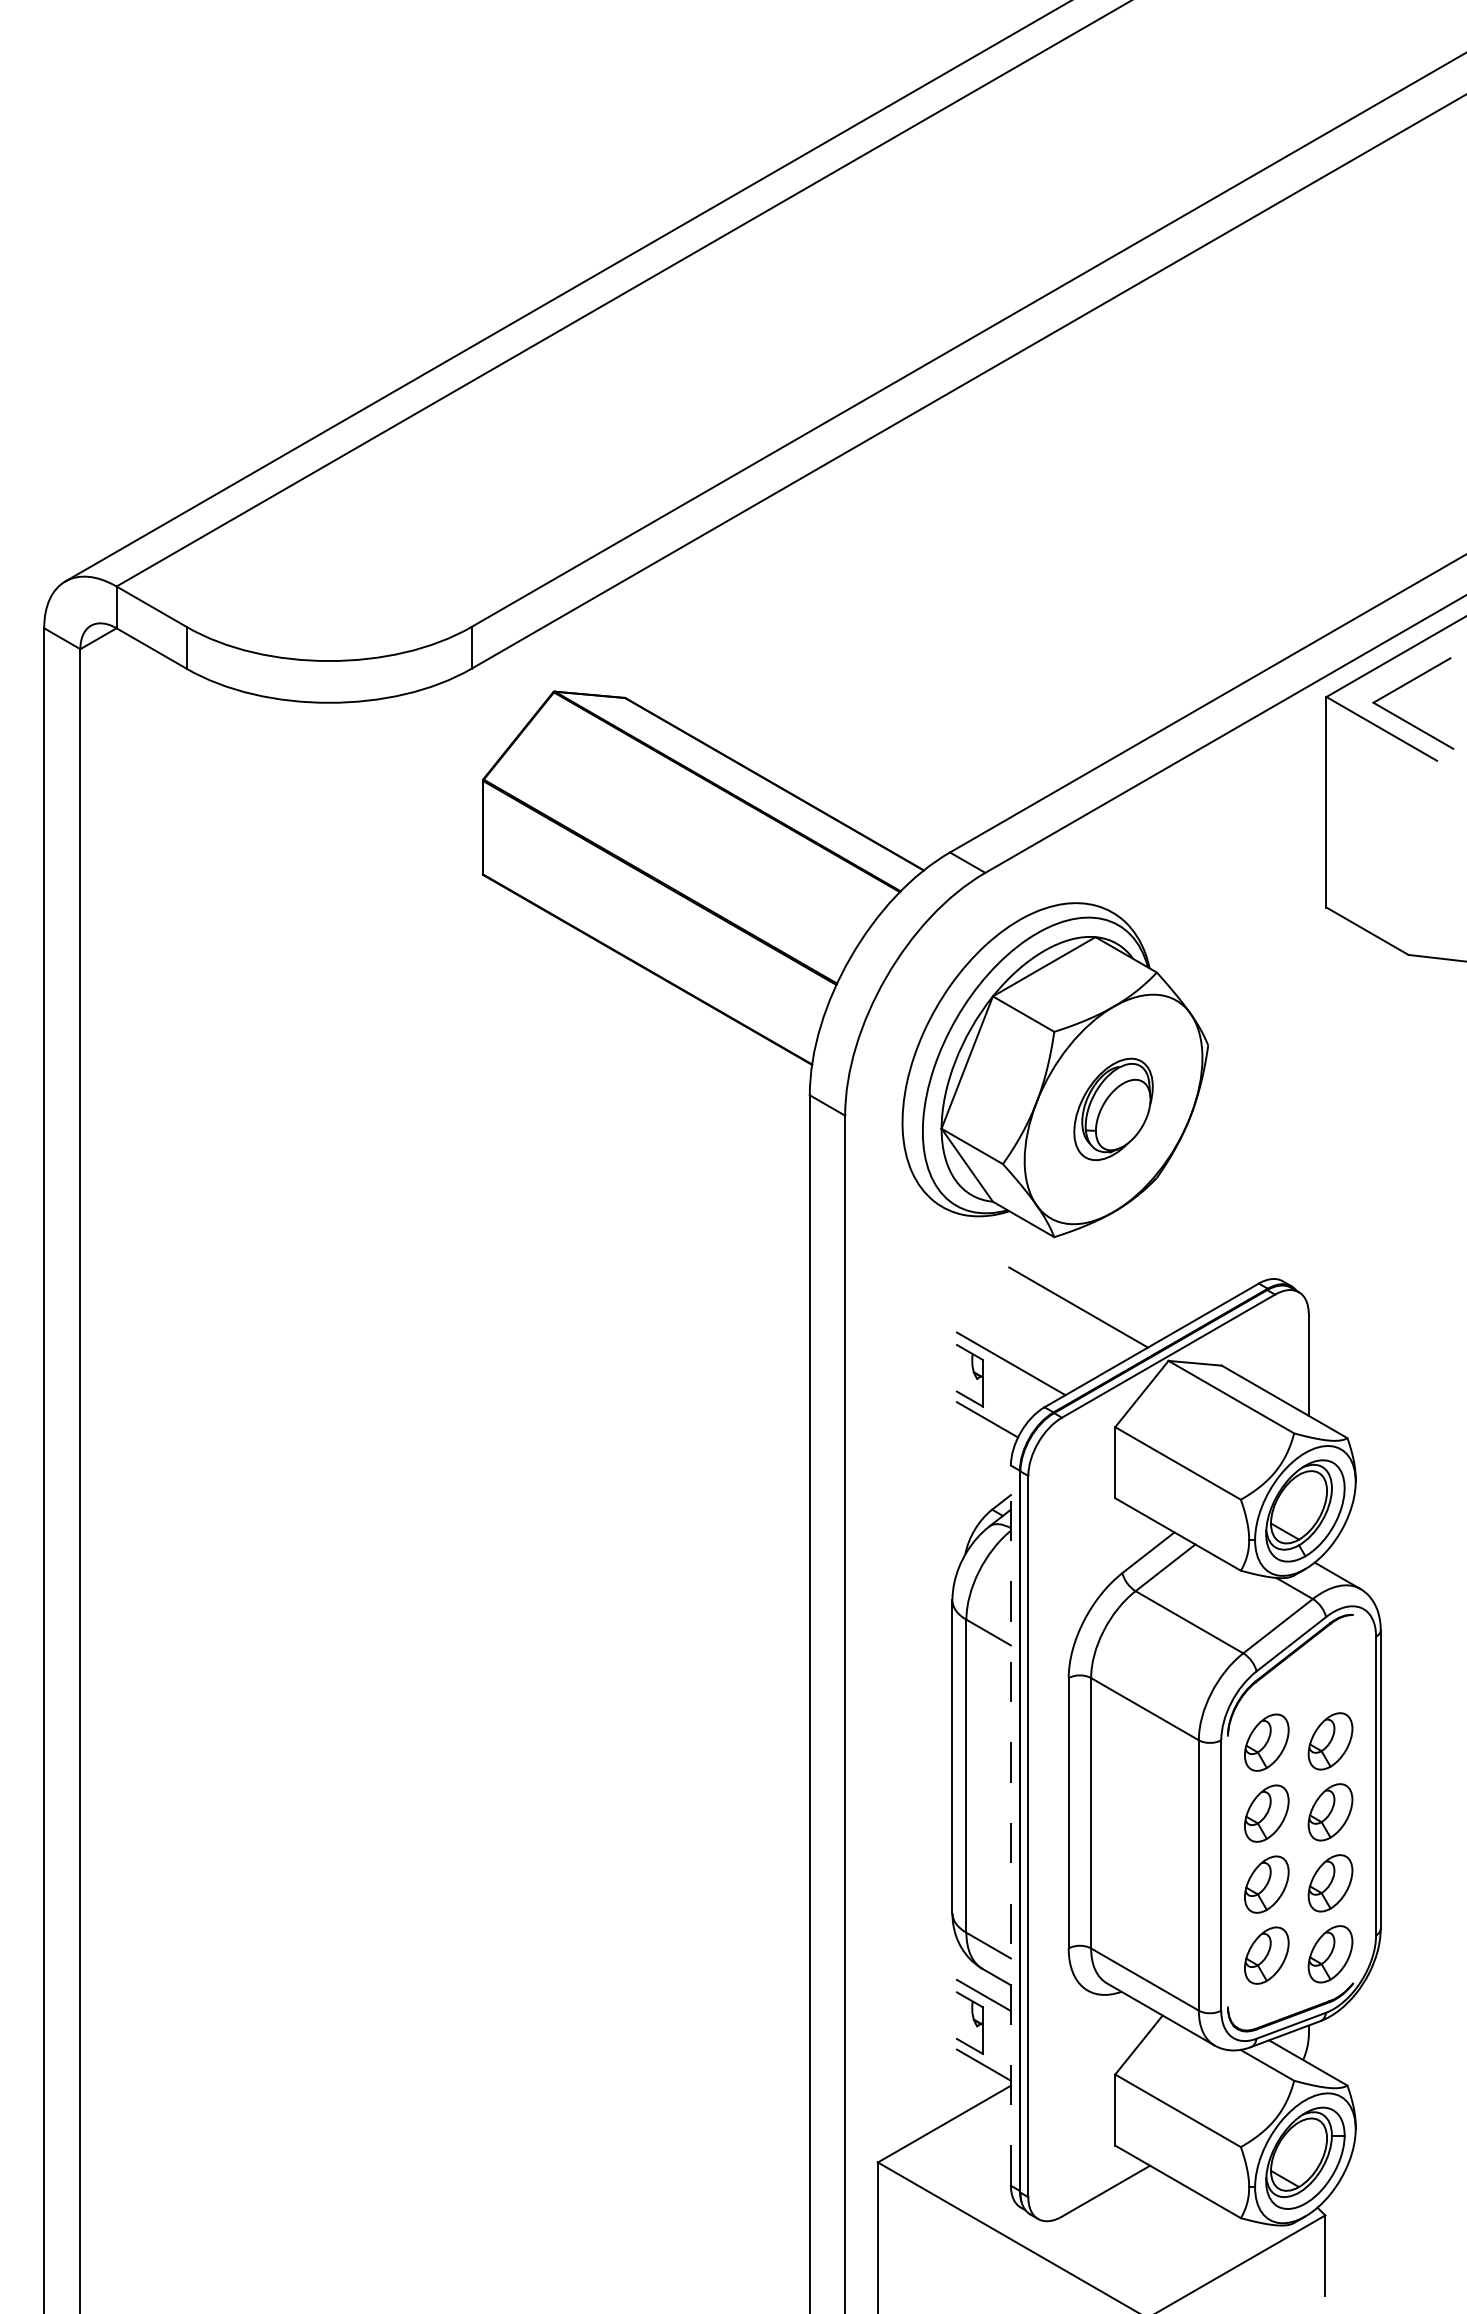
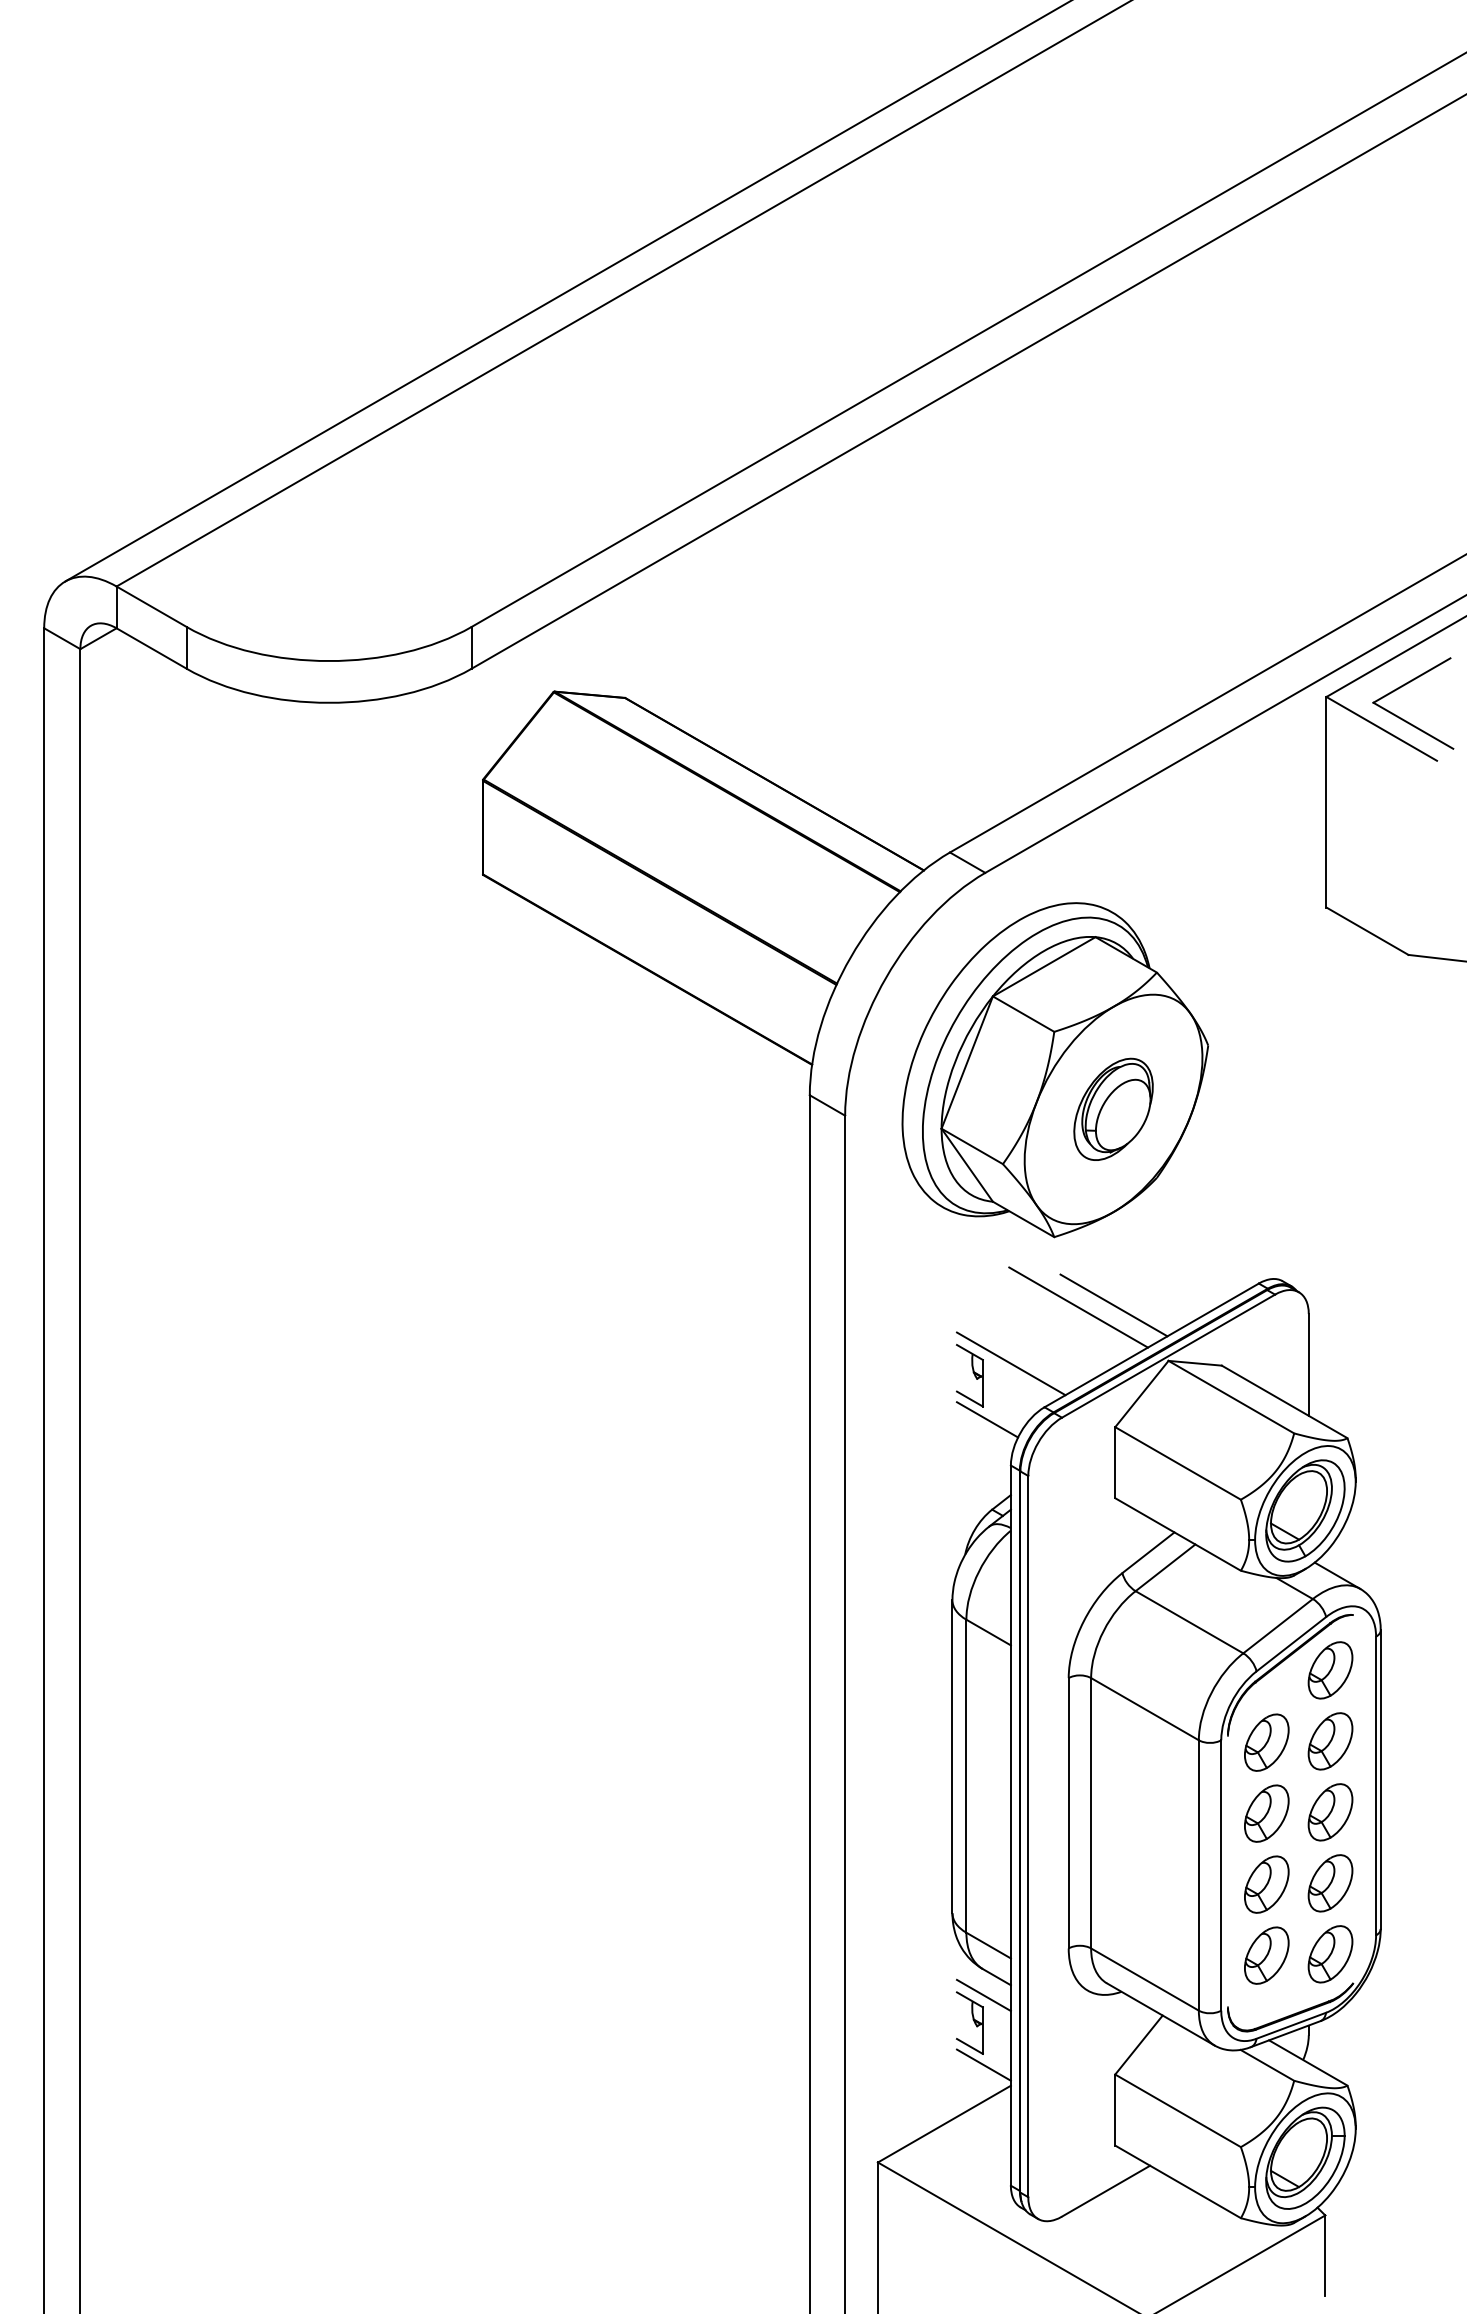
line at (1113, 1305): none -> present
part at (1330, 1670): none -> present
line at (1010, 1825): dashed -> solid
